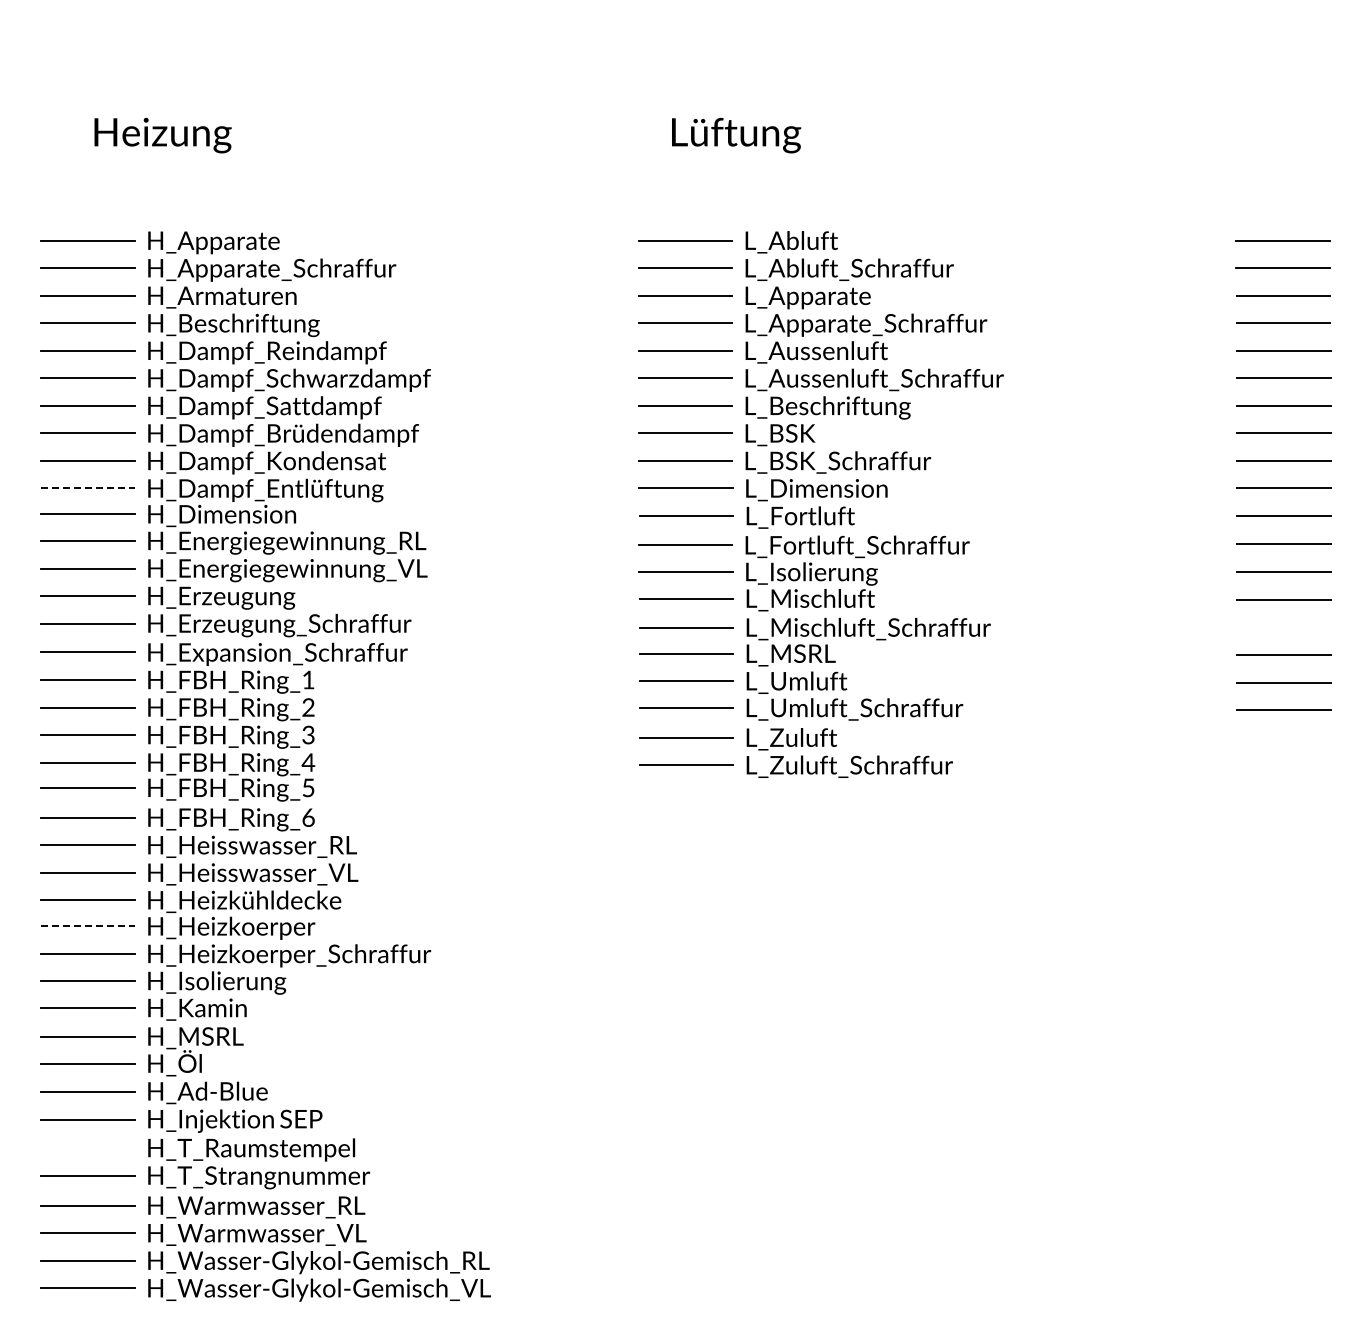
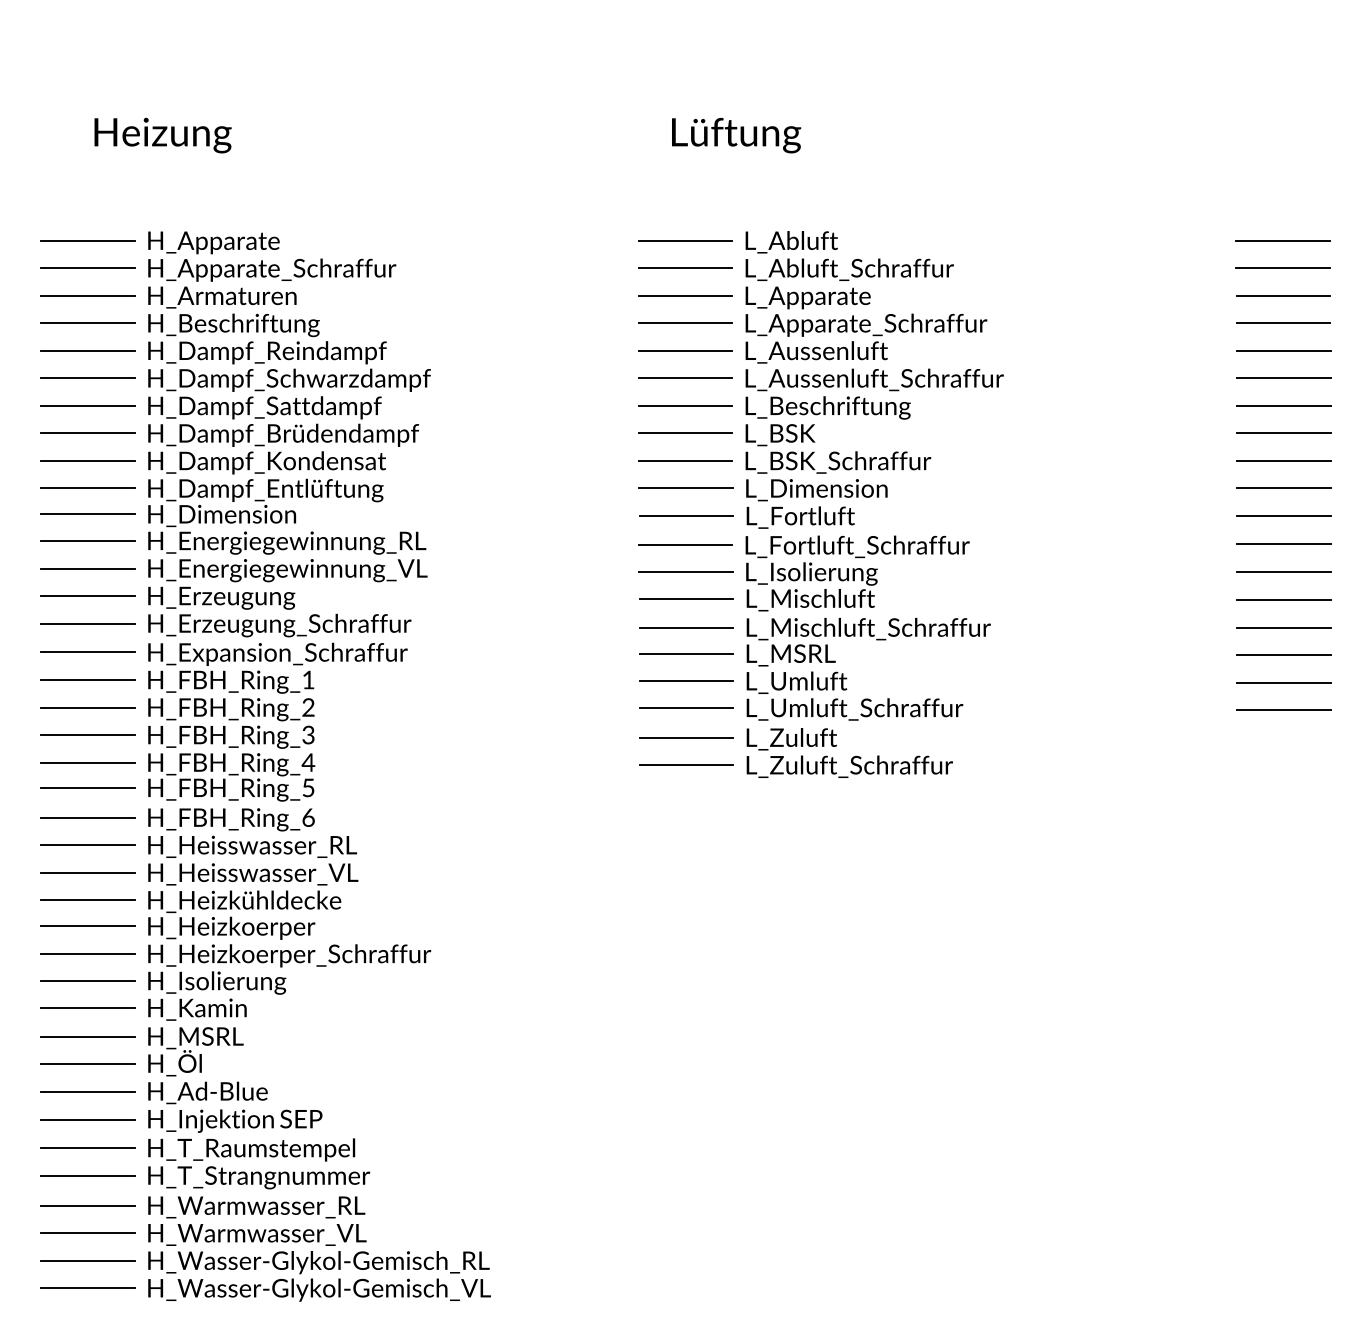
line at (87, 488): dashed -> solid
line at (1283, 627): none -> present
line at (87, 926): dashed -> solid
line at (87, 1148): none -> present
